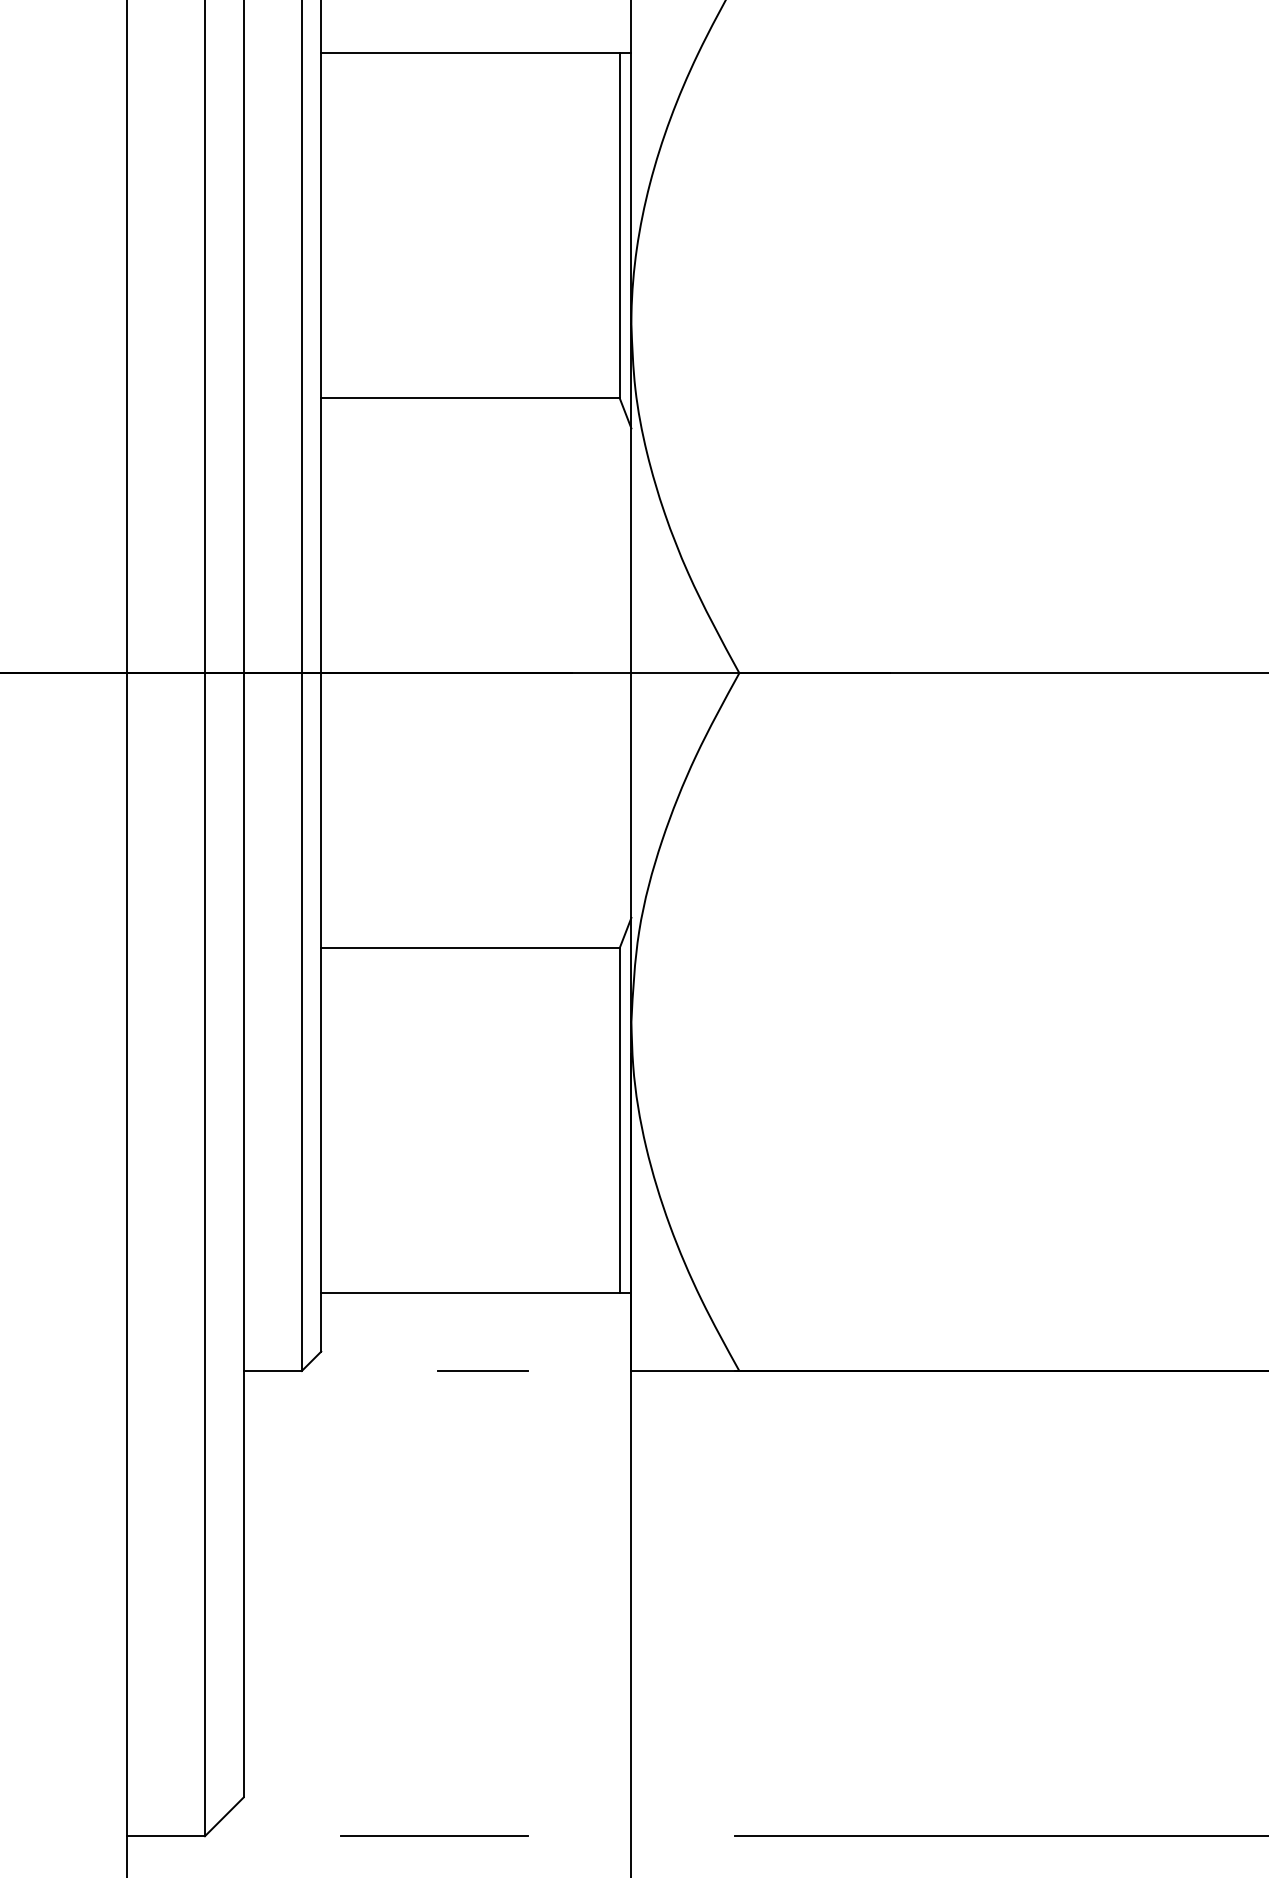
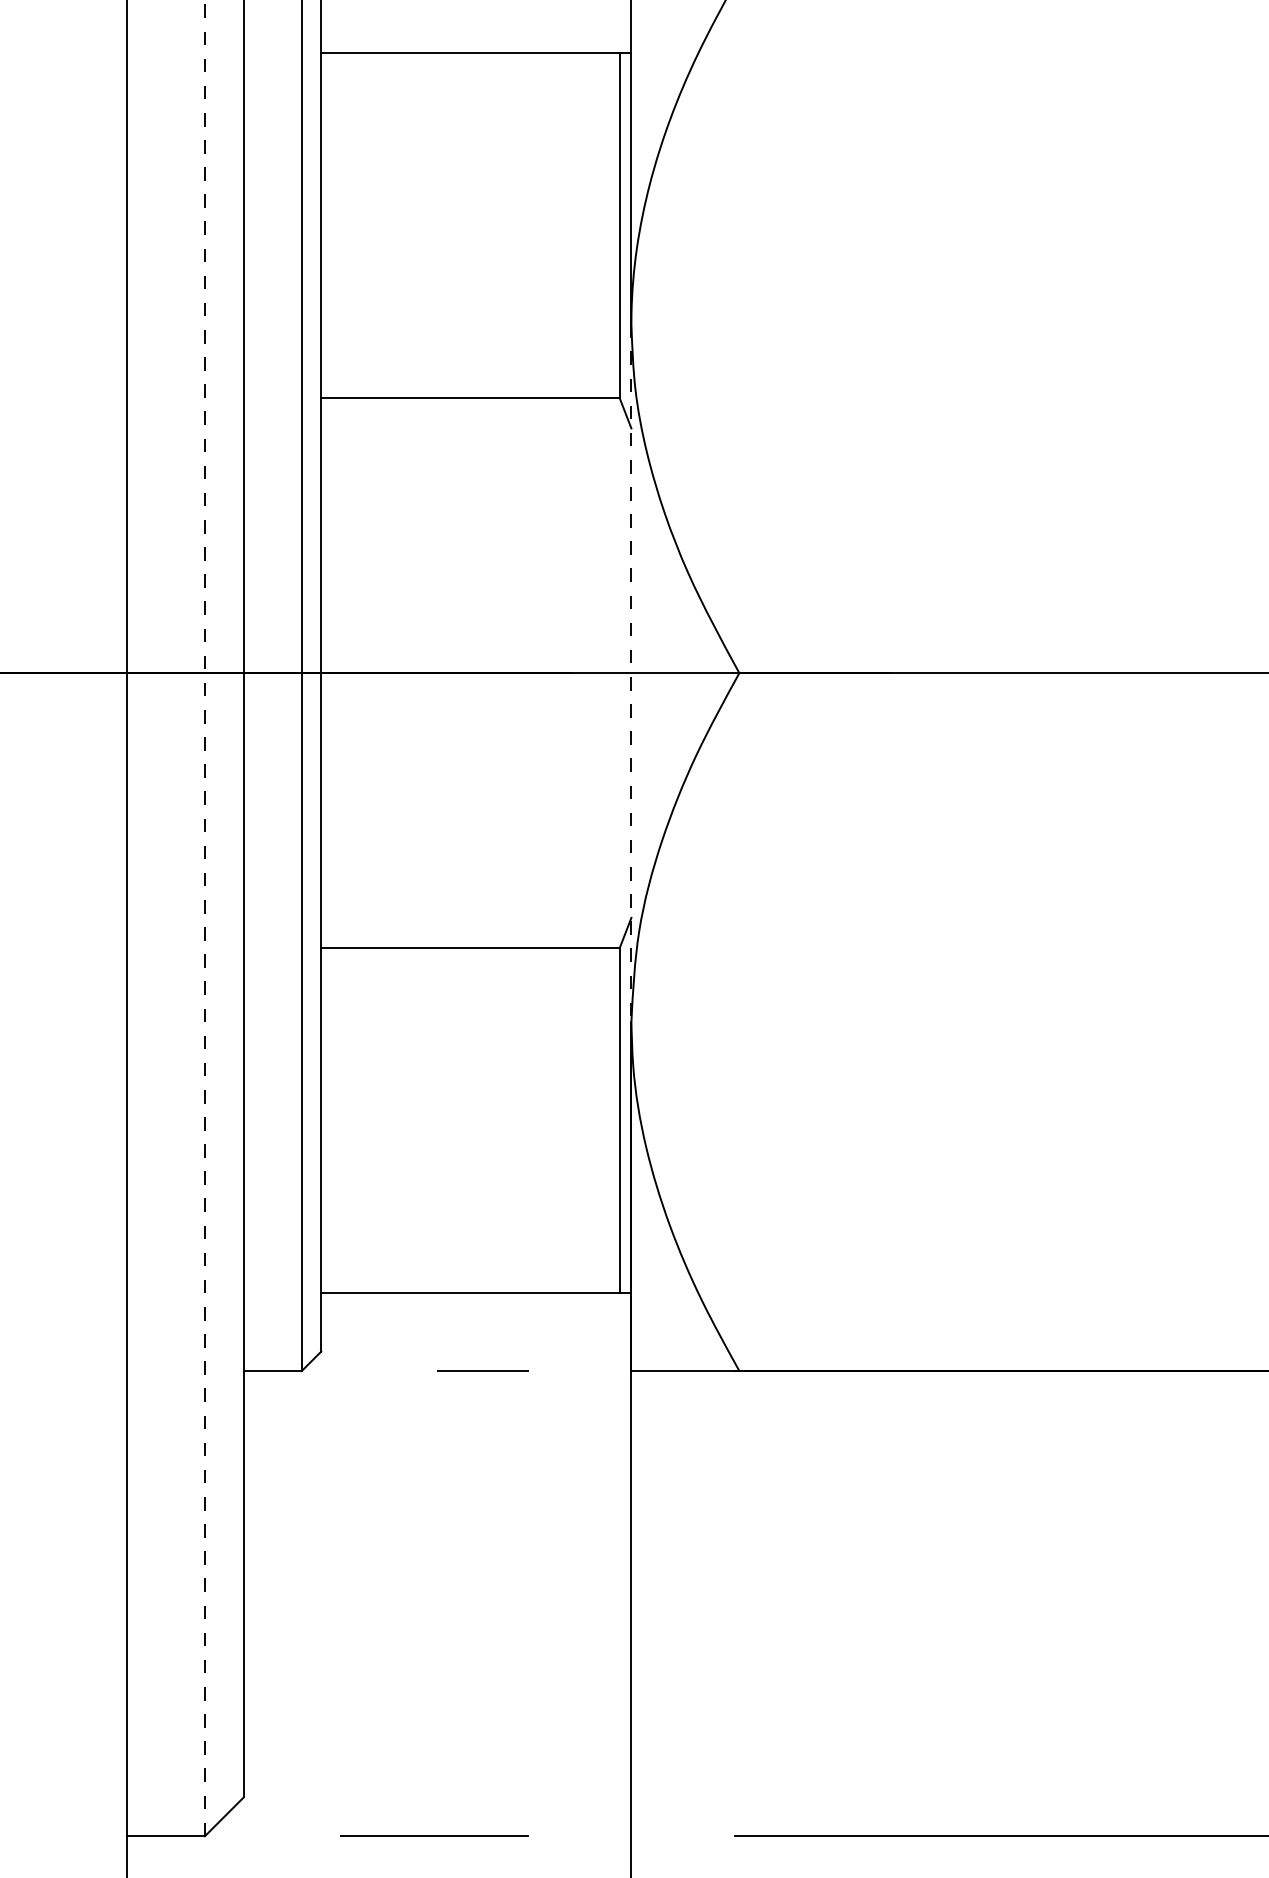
line at (631, 673): solid -> dashed
line at (204, 918): solid -> dashed
